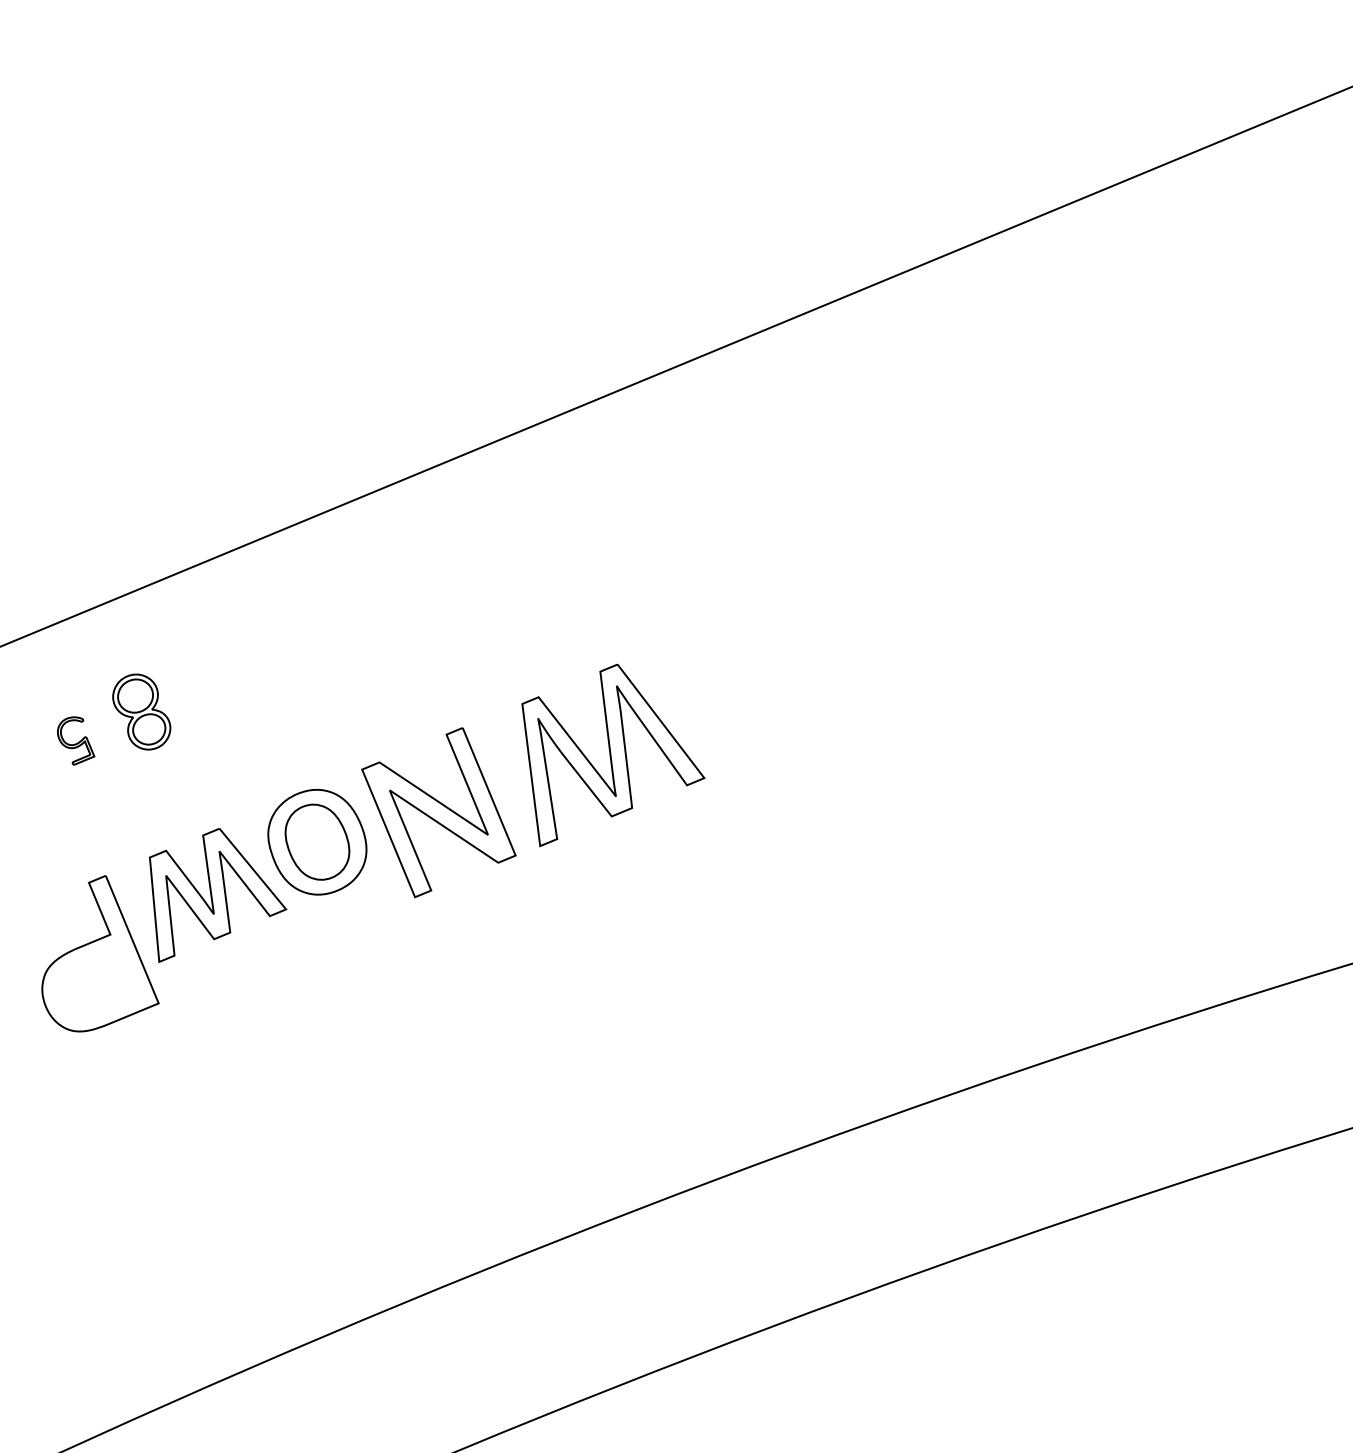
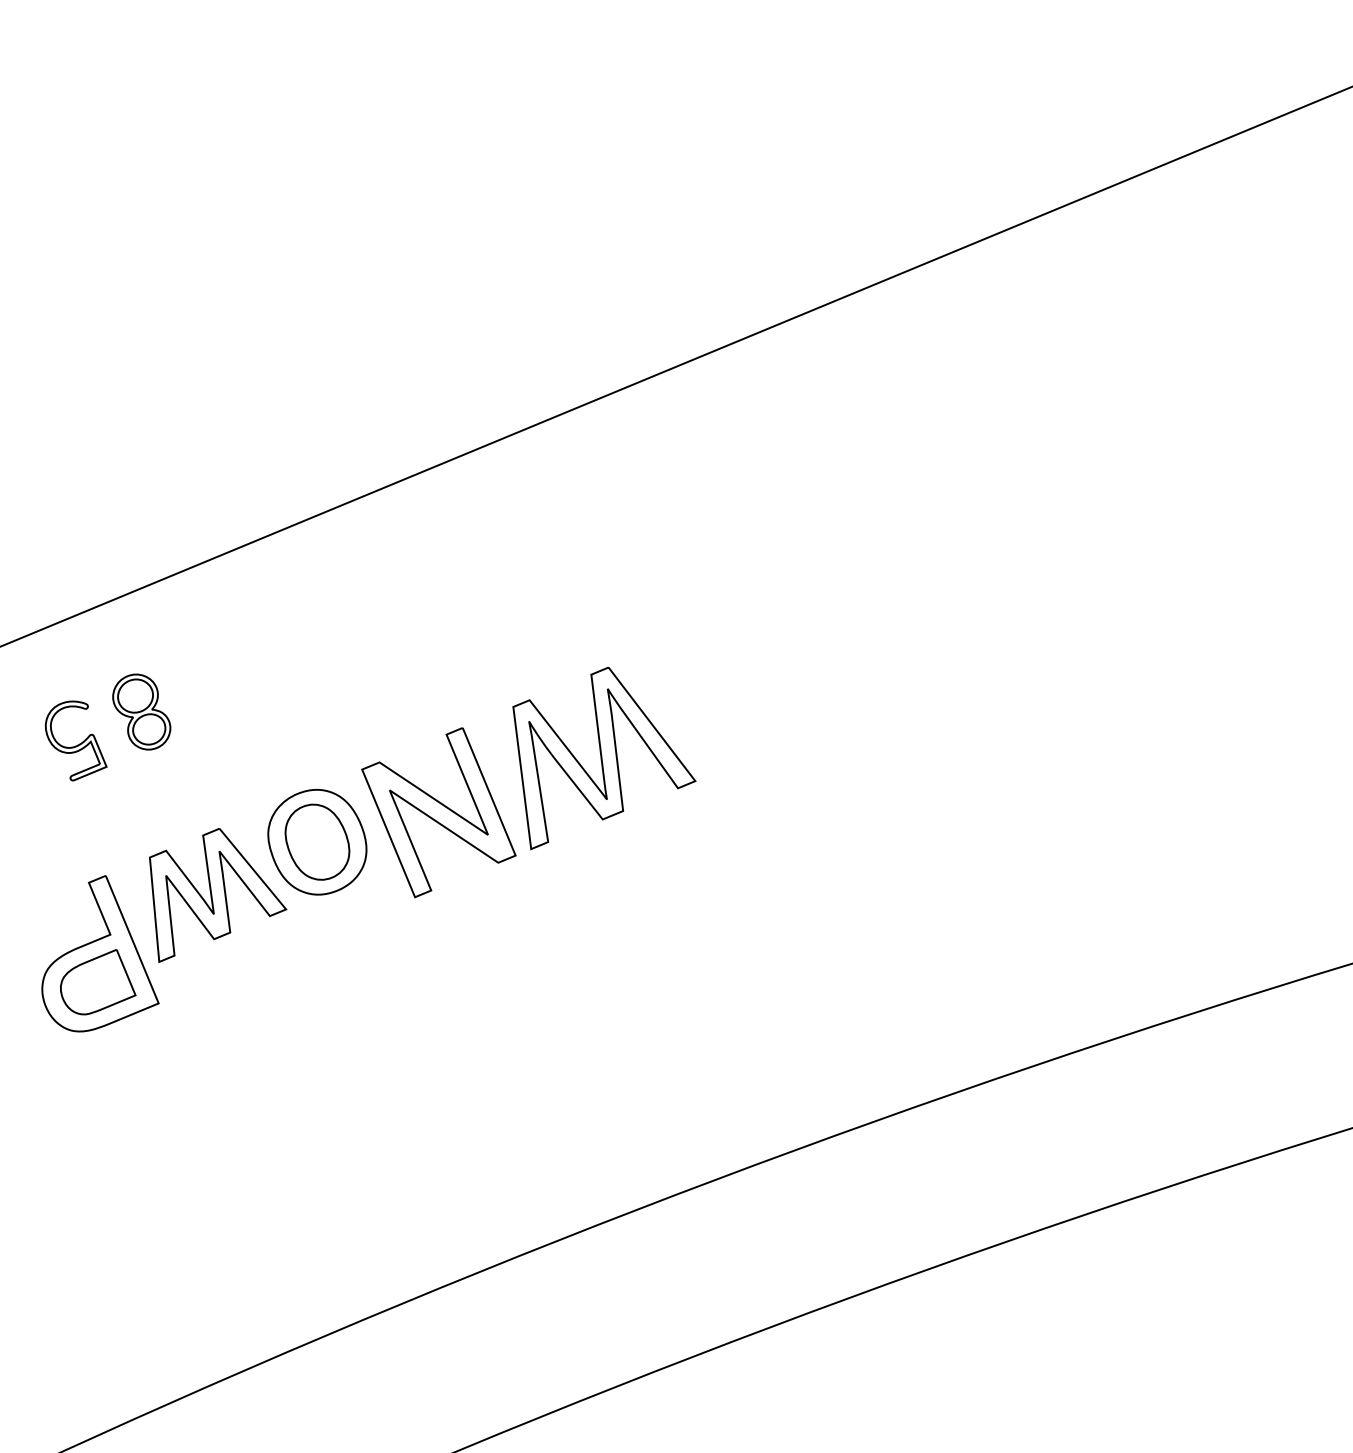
part at (76, 740) size: 39x50 px -> 64x82 px
part at (613, 755) position: (613, 755) -> (604, 758)
part at (98, 982): none -> present
